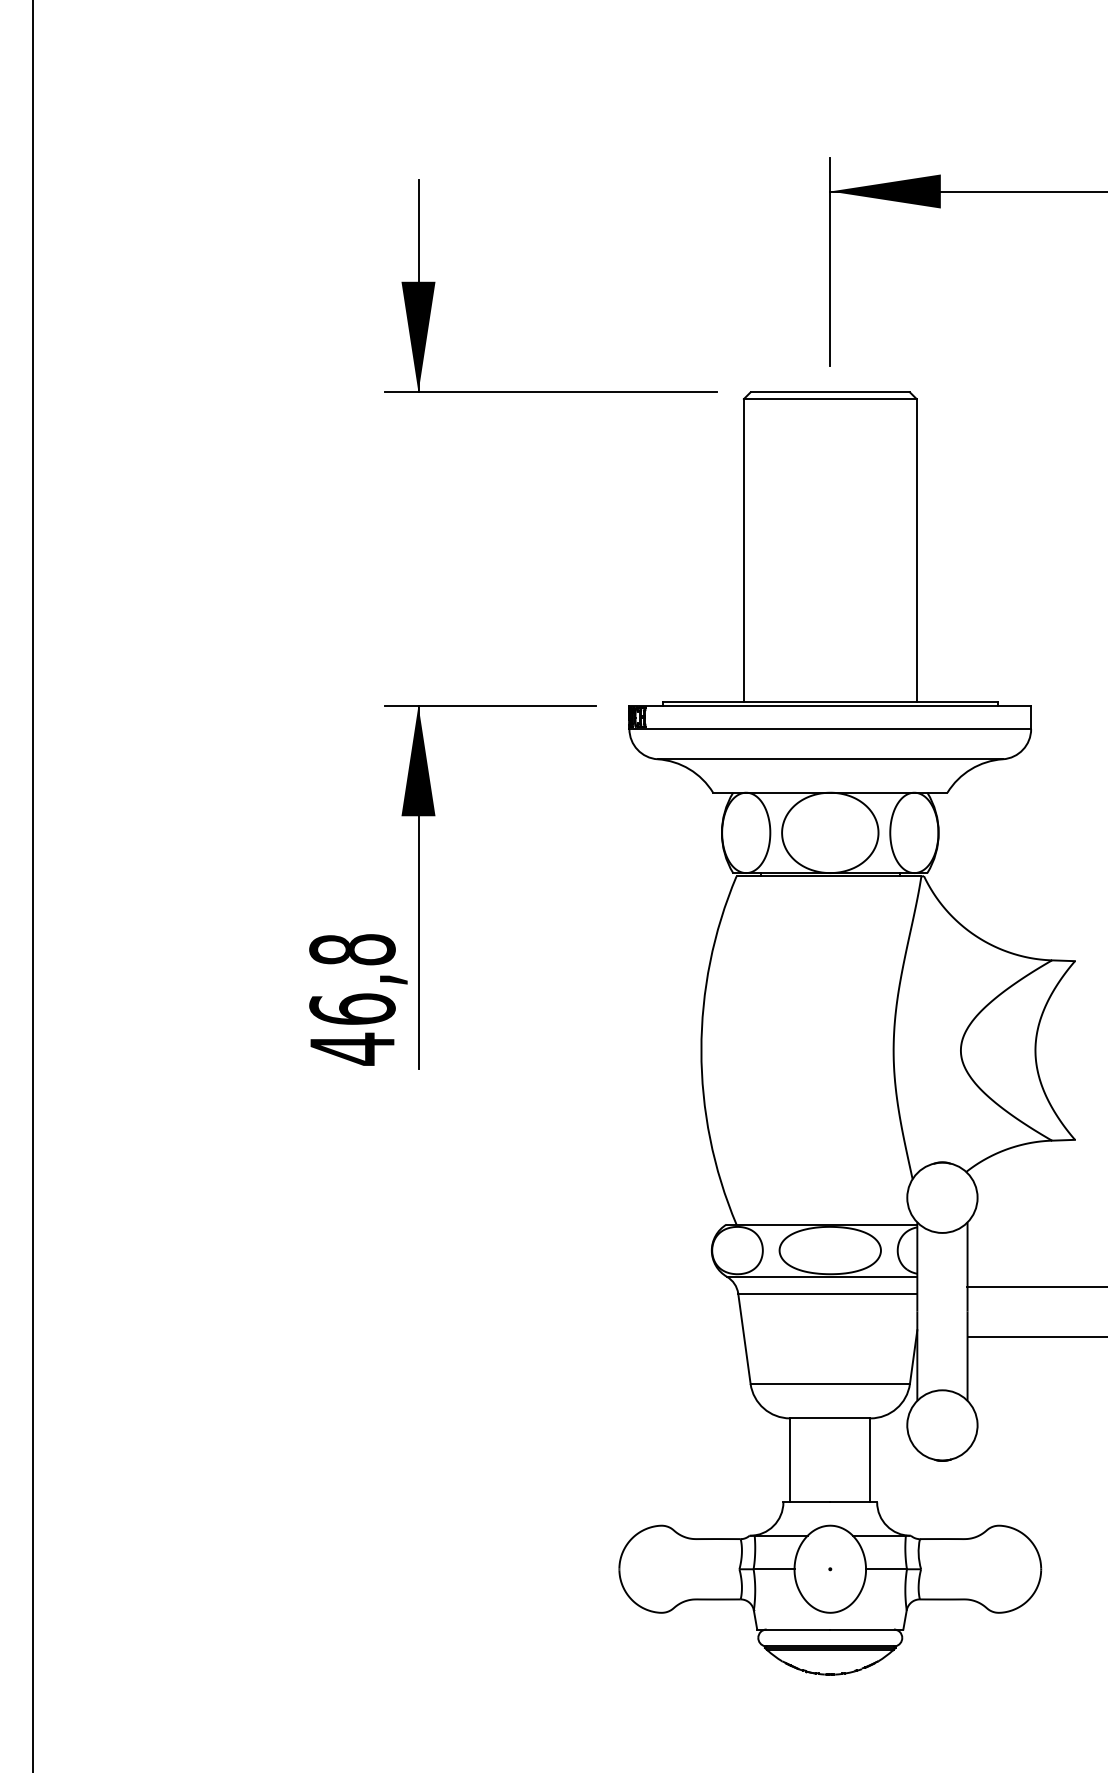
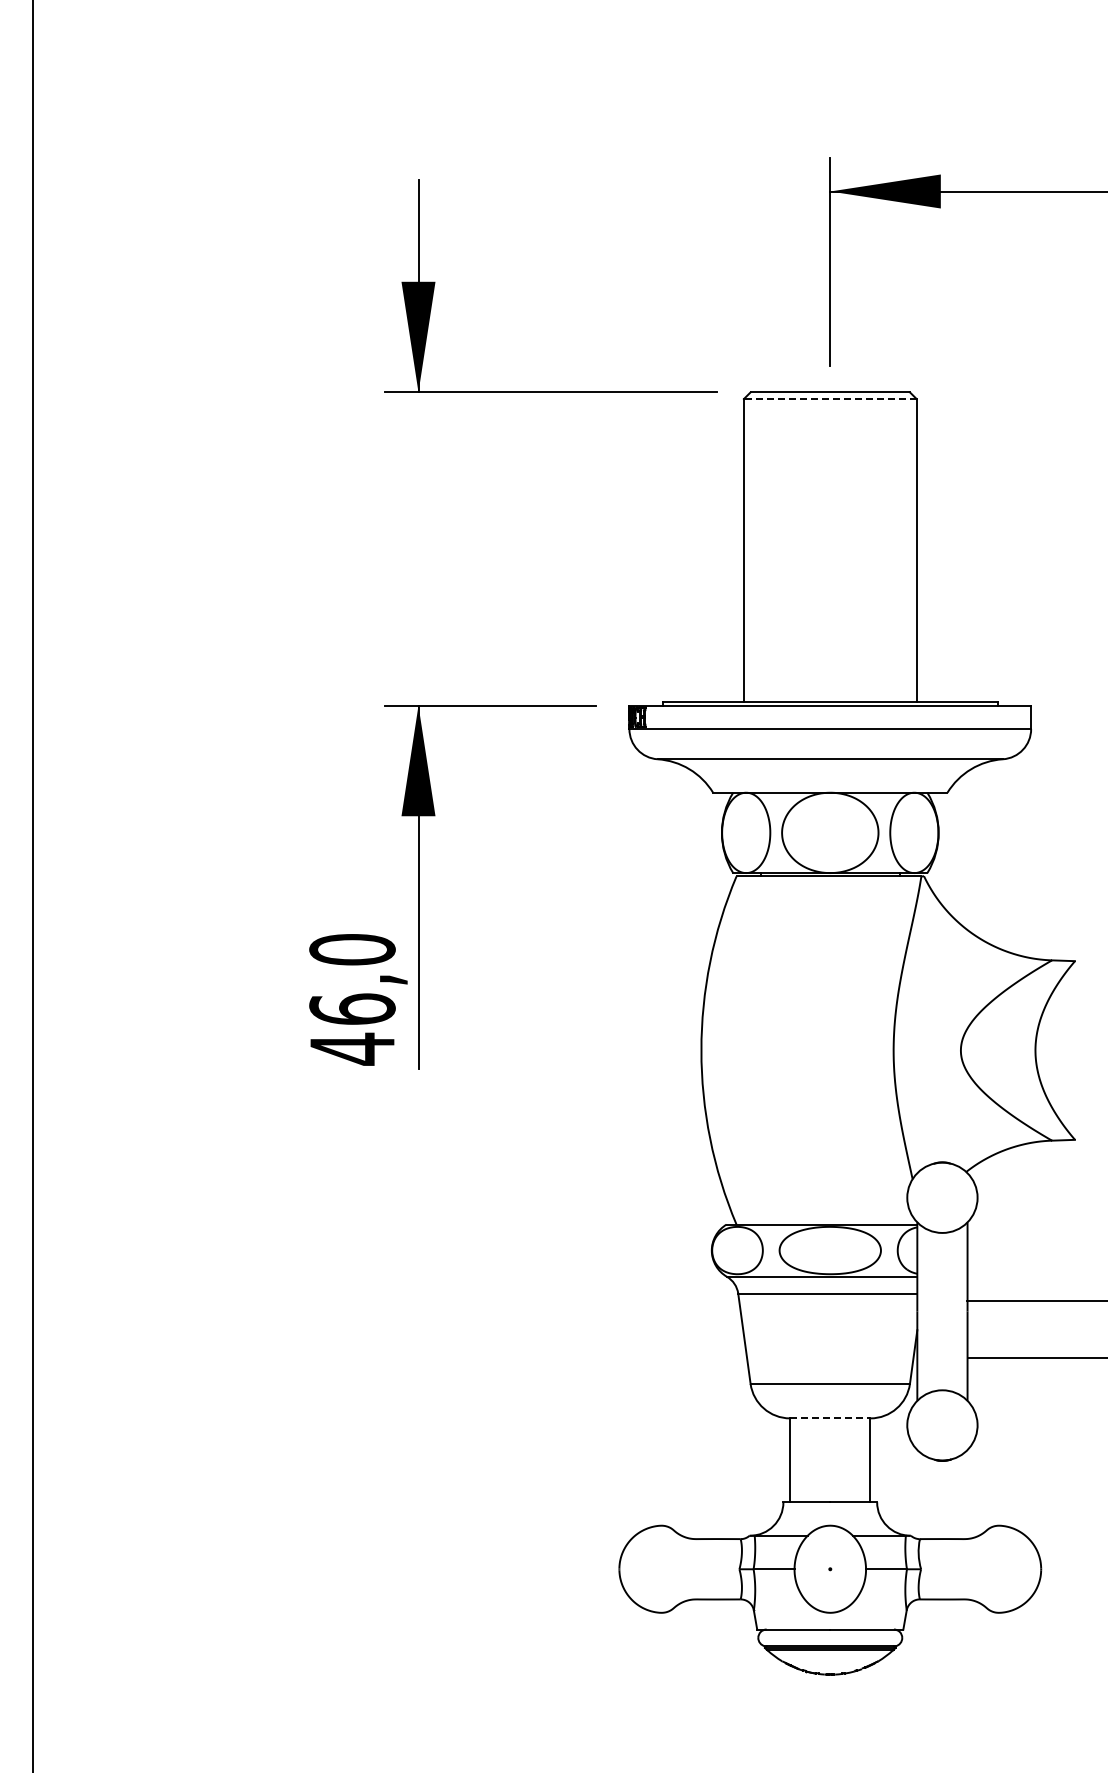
line at (829, 399): solid -> dashed
text at (352, 949): 46,8 -> 46,0
line at (1035, 1286) position: (1035, 1286) -> (1035, 1300)
line at (1035, 1336) position: (1035, 1336) -> (1035, 1357)
line at (830, 1418): solid -> dashed
